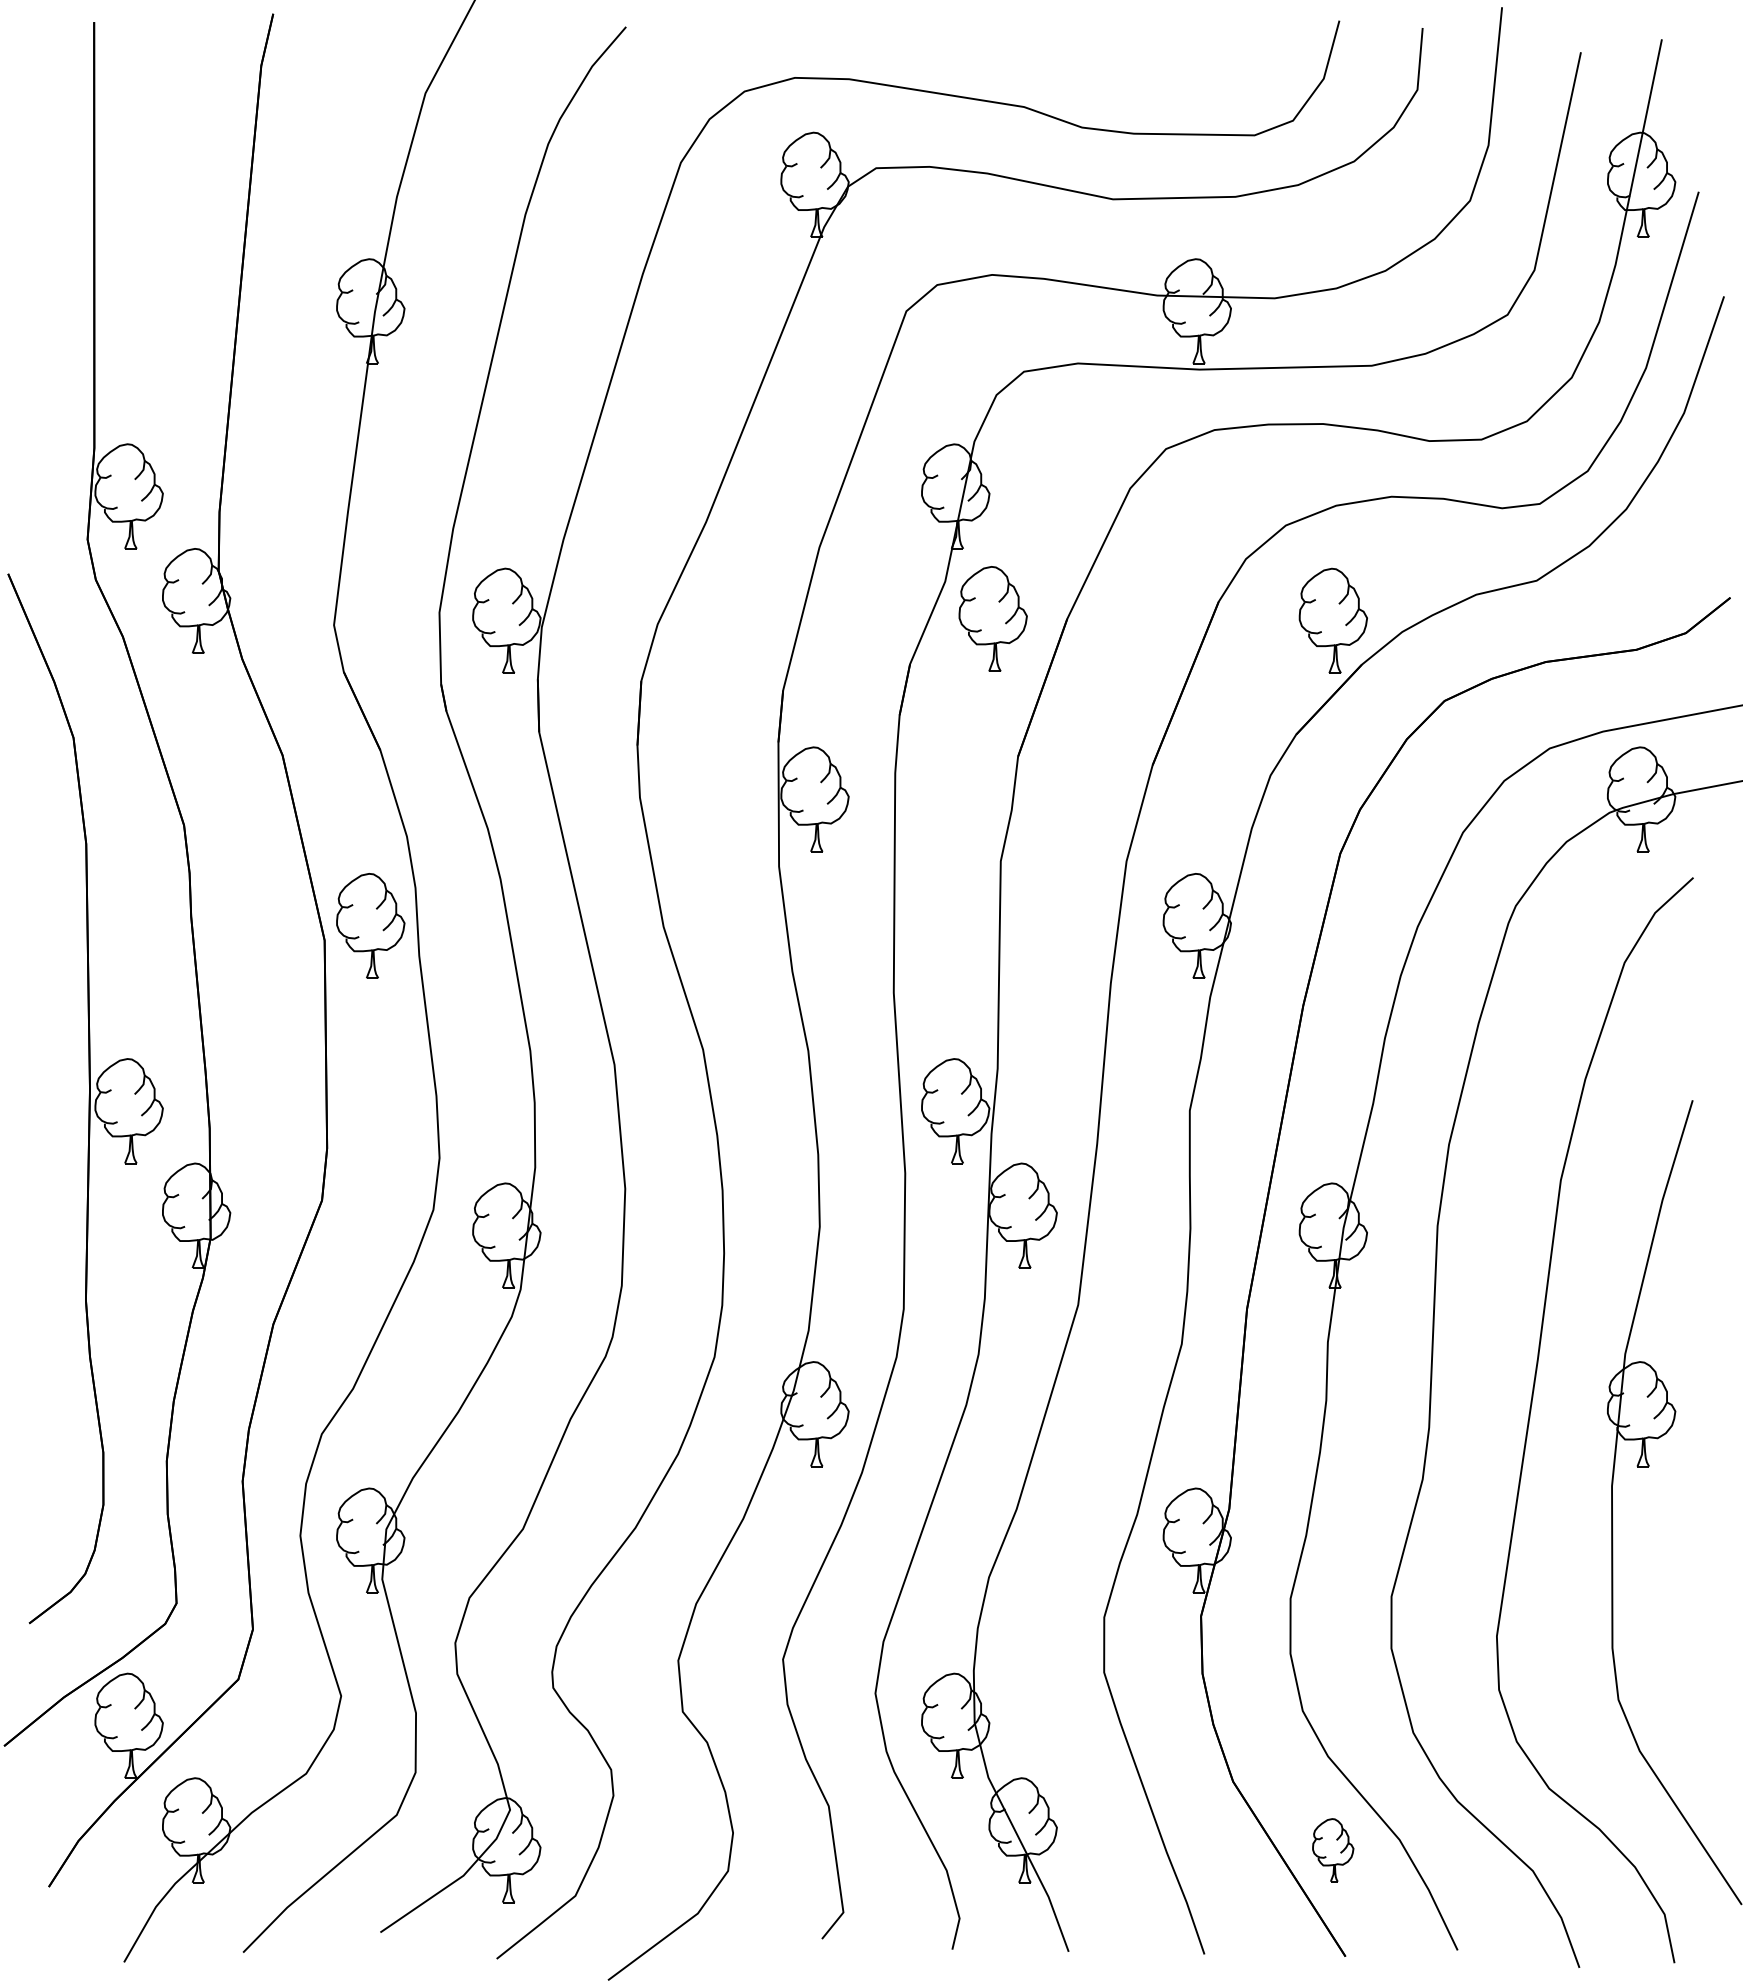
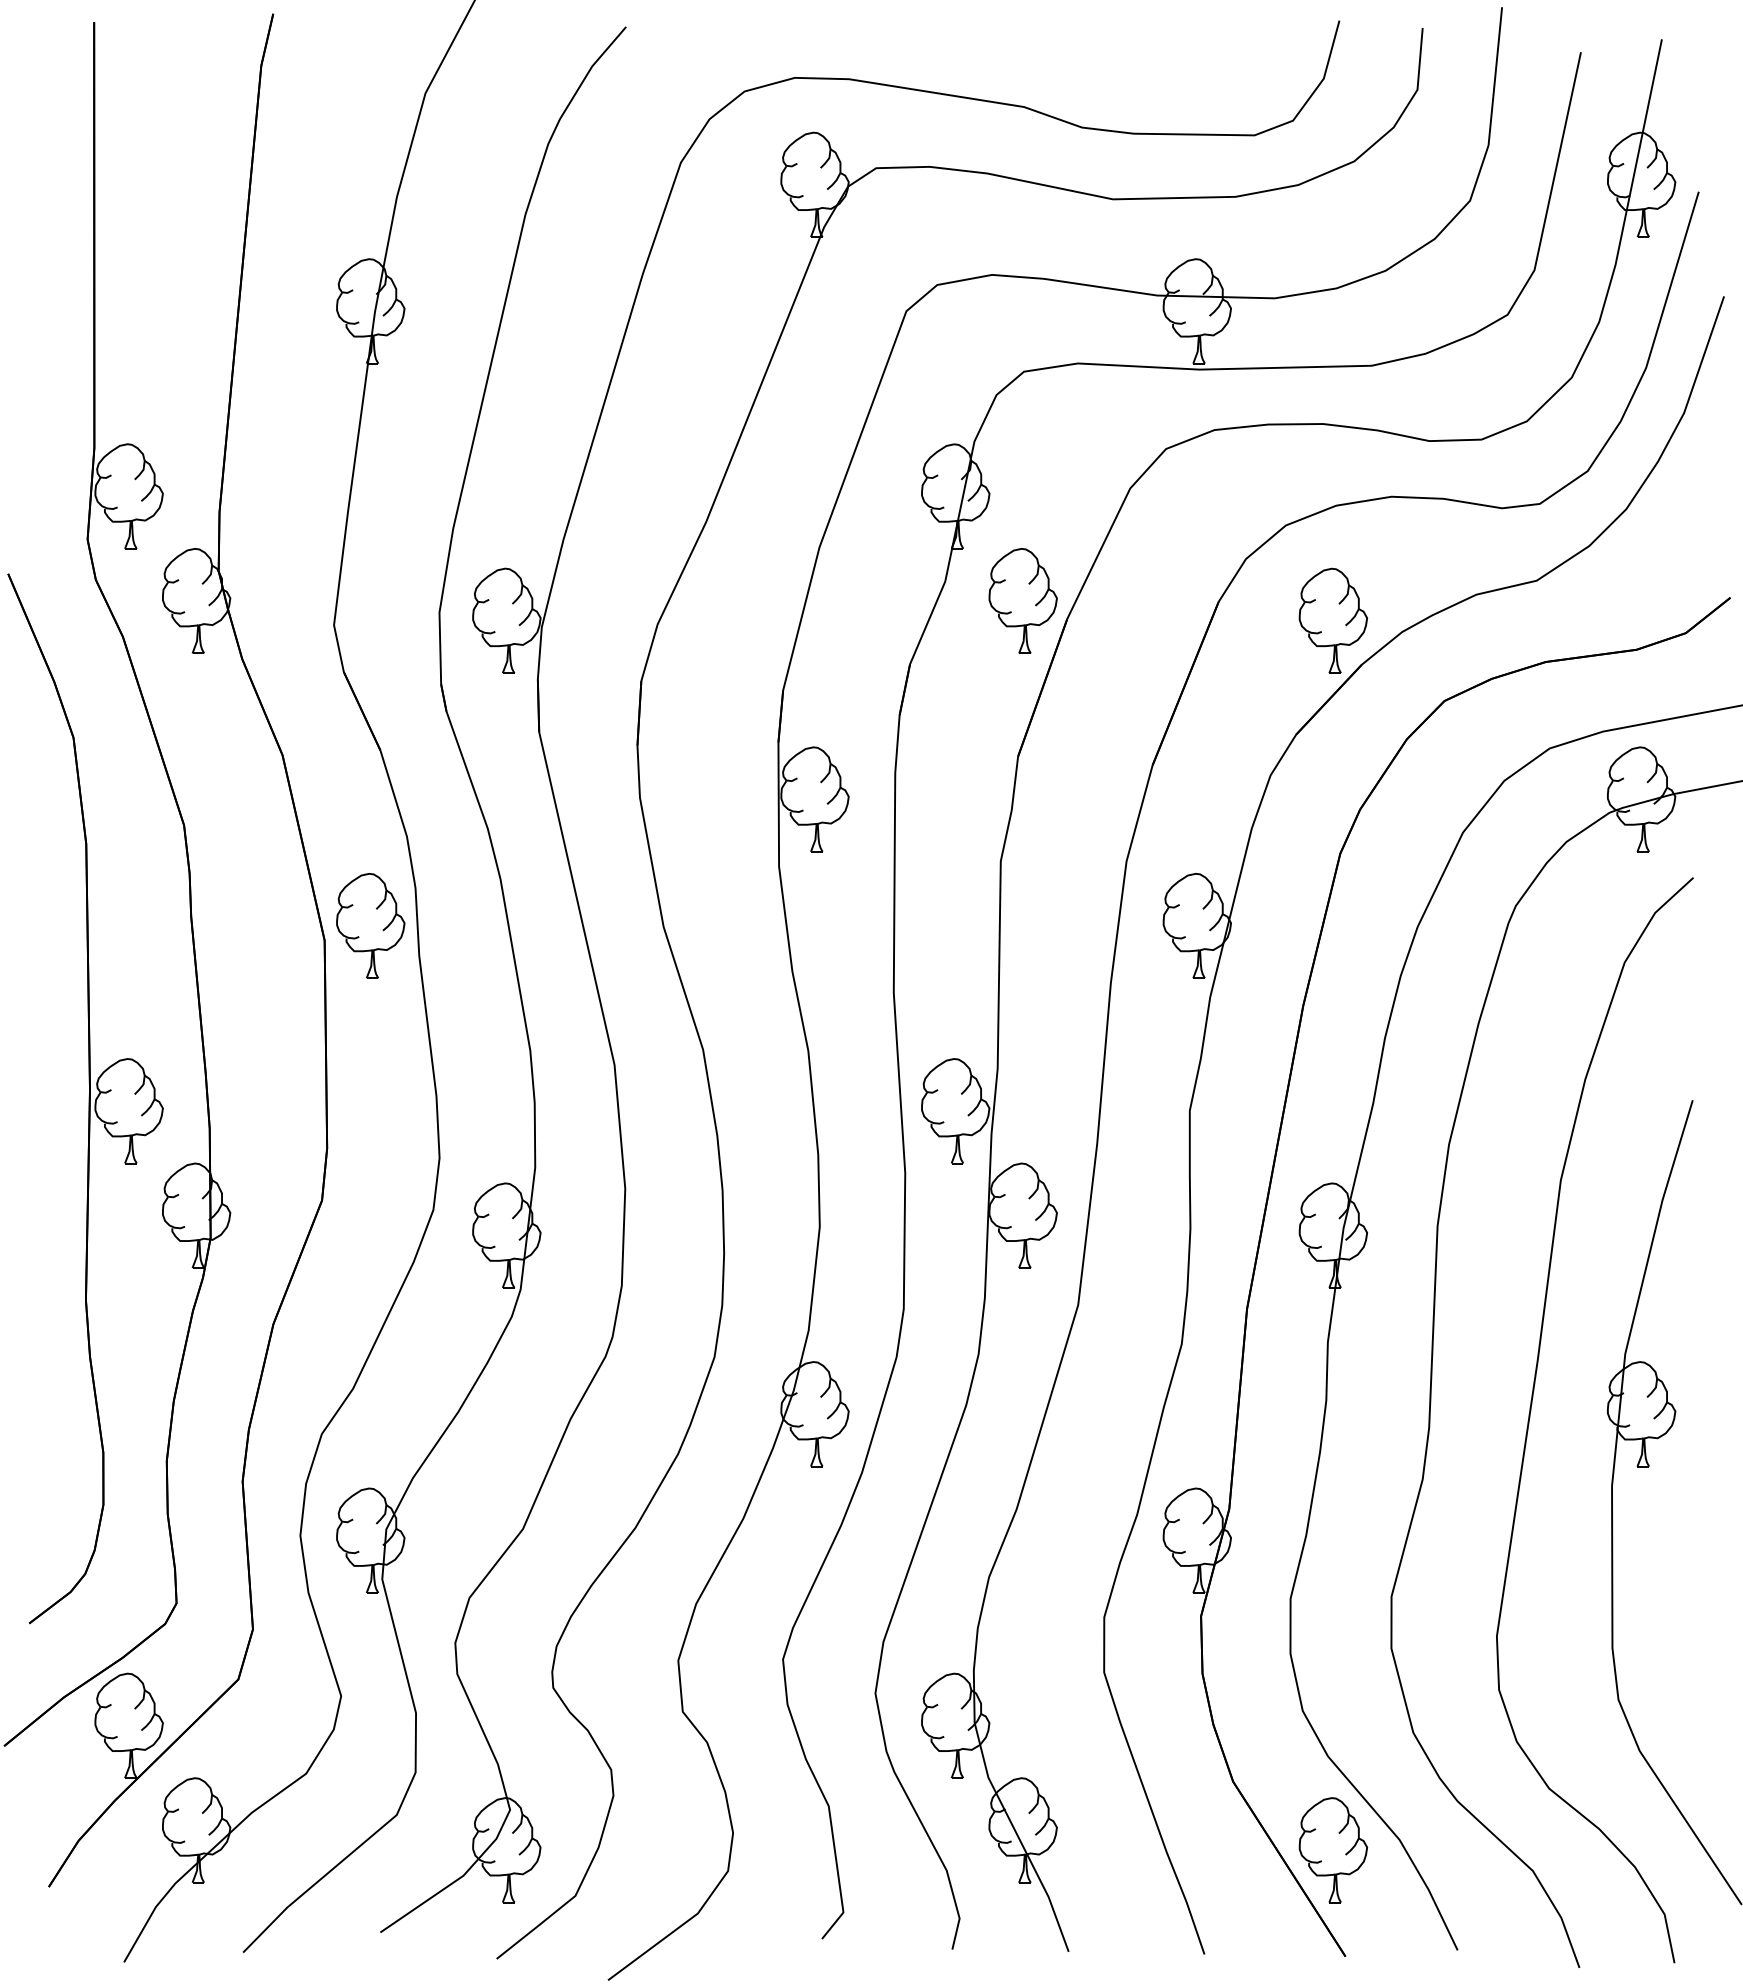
part at (992, 618) position: (992, 618) -> (1022, 600)
part at (1333, 1850) size: 43x65 px -> 70x107 px
